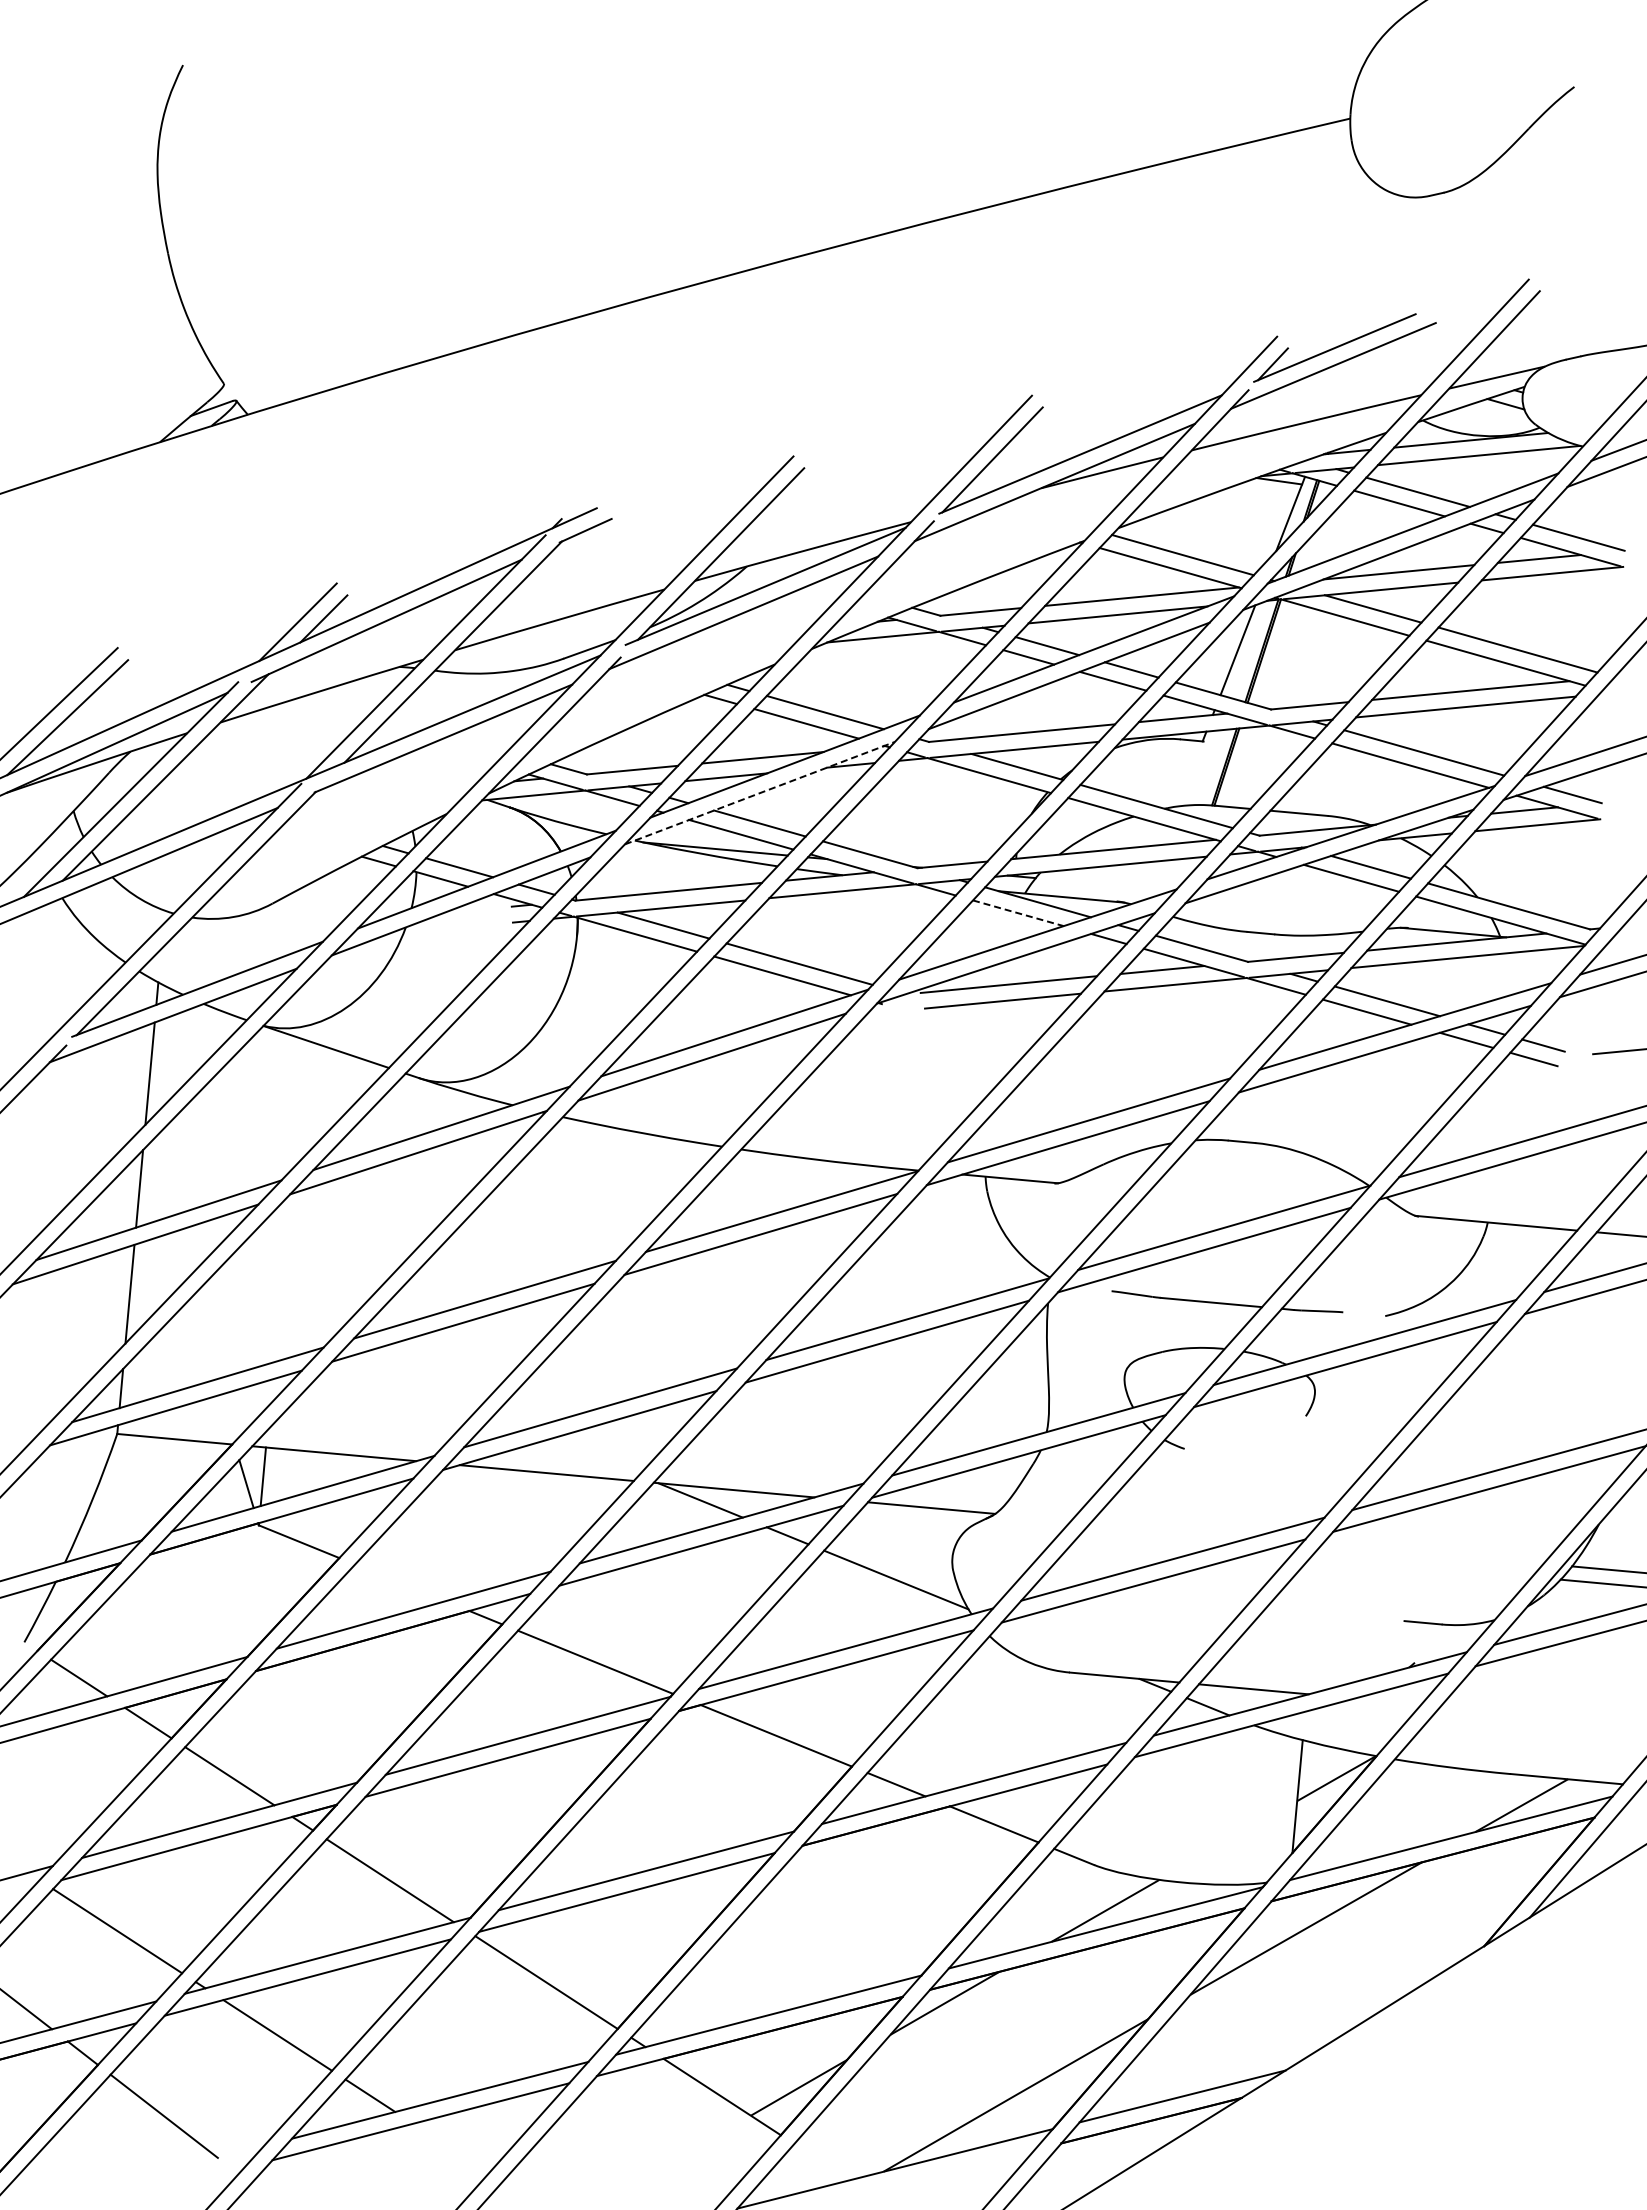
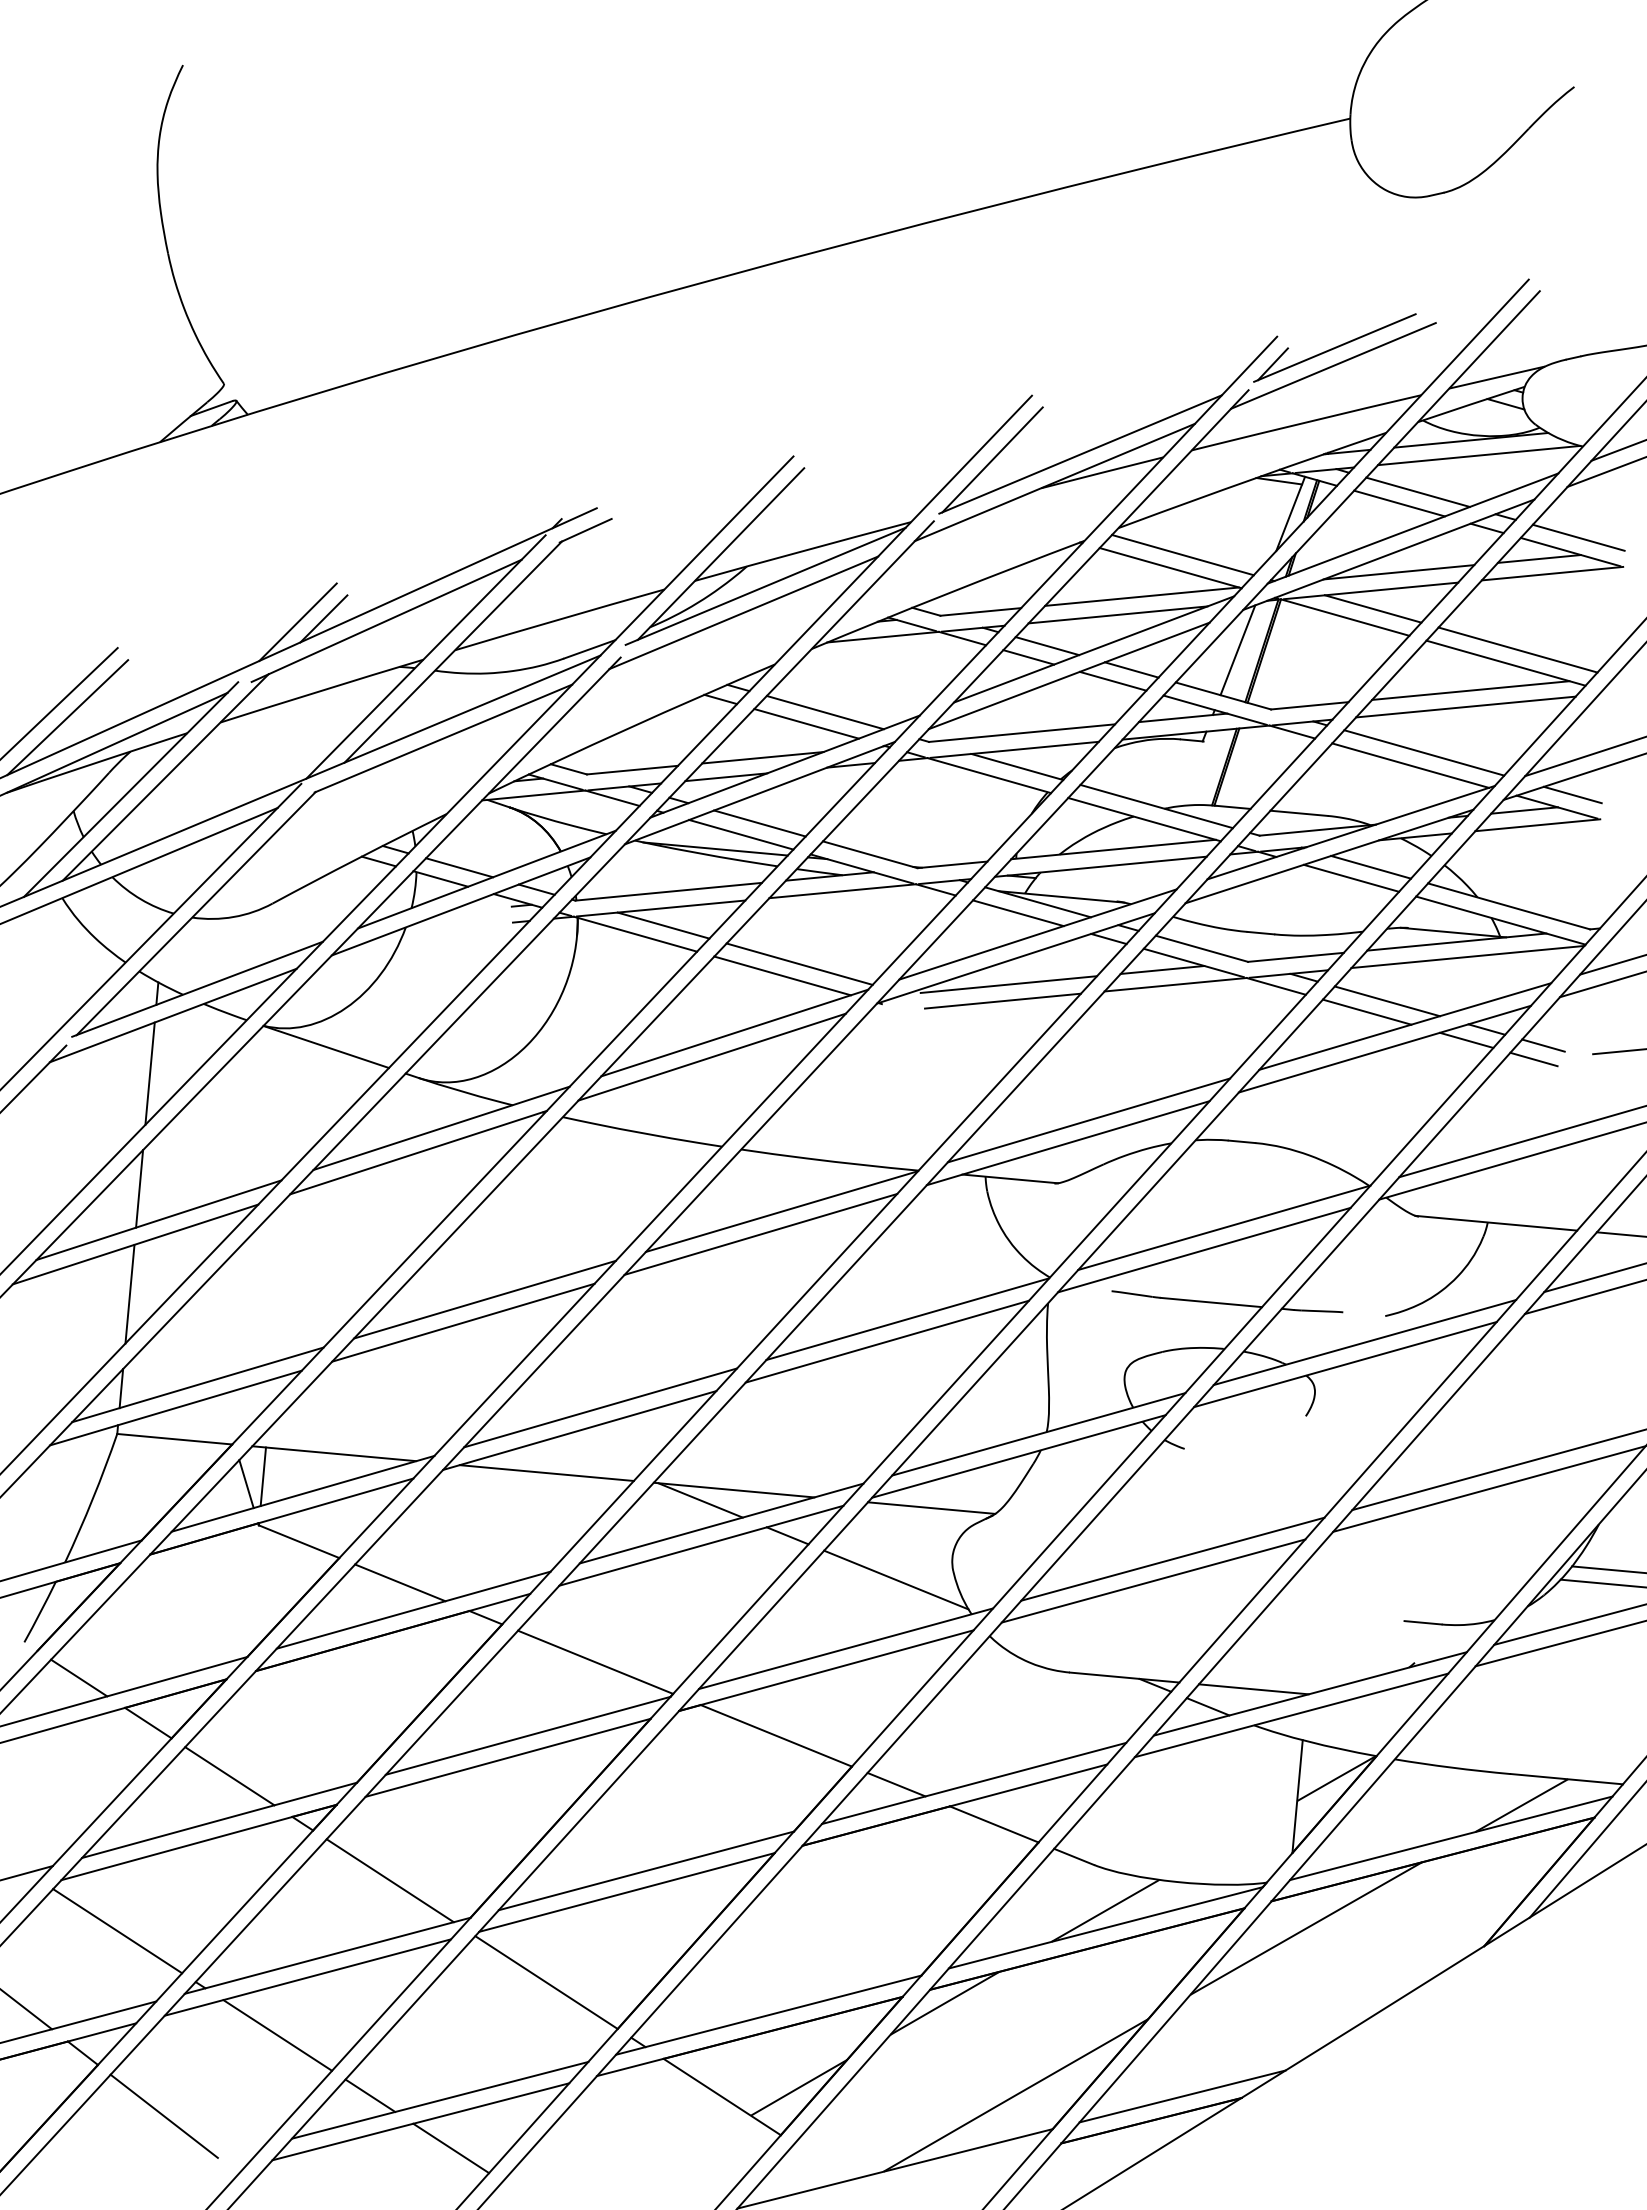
line at (760, 792): dashed -> solid
line at (1018, 913): dashed -> solid
line at (400, 1582): none -> present
line at (451, 2148): none -> present
